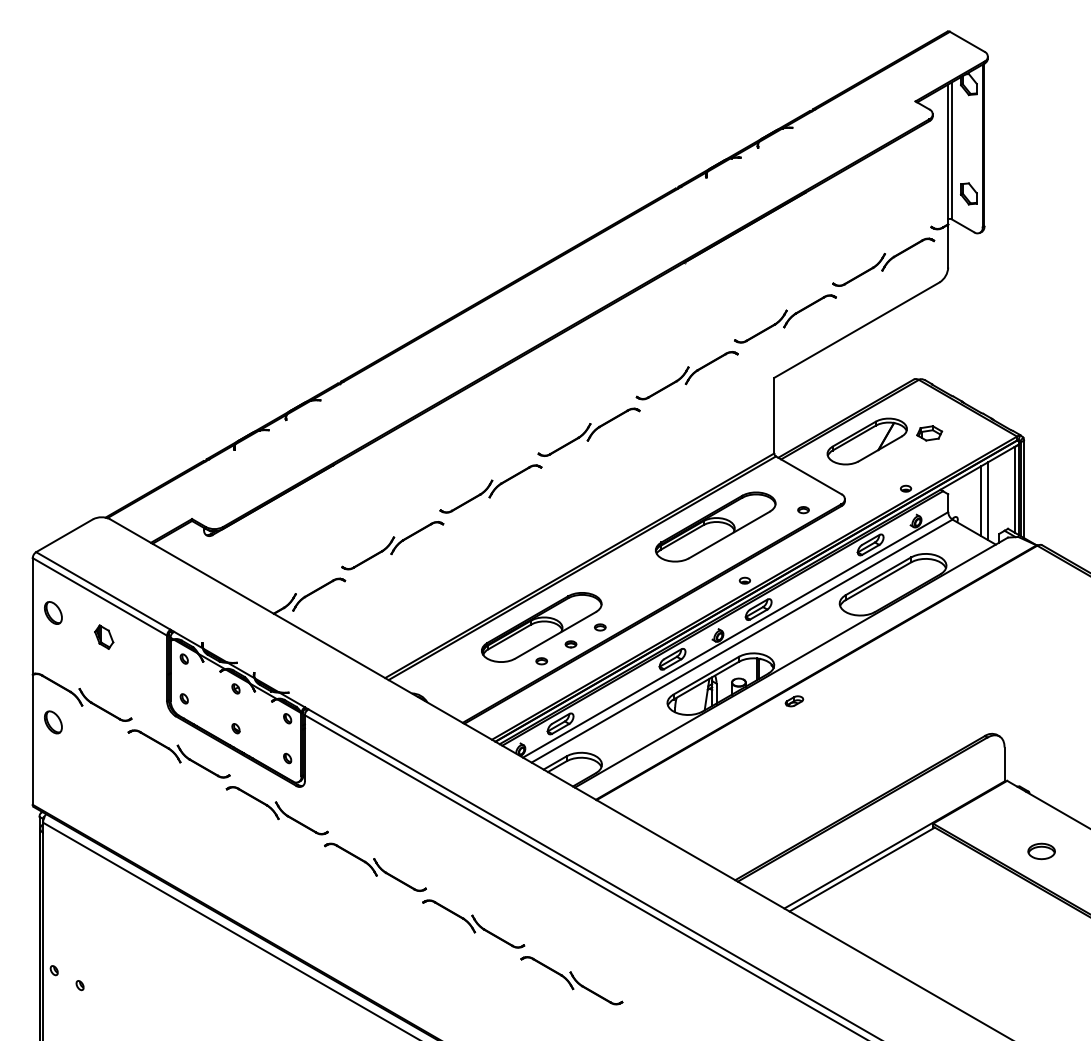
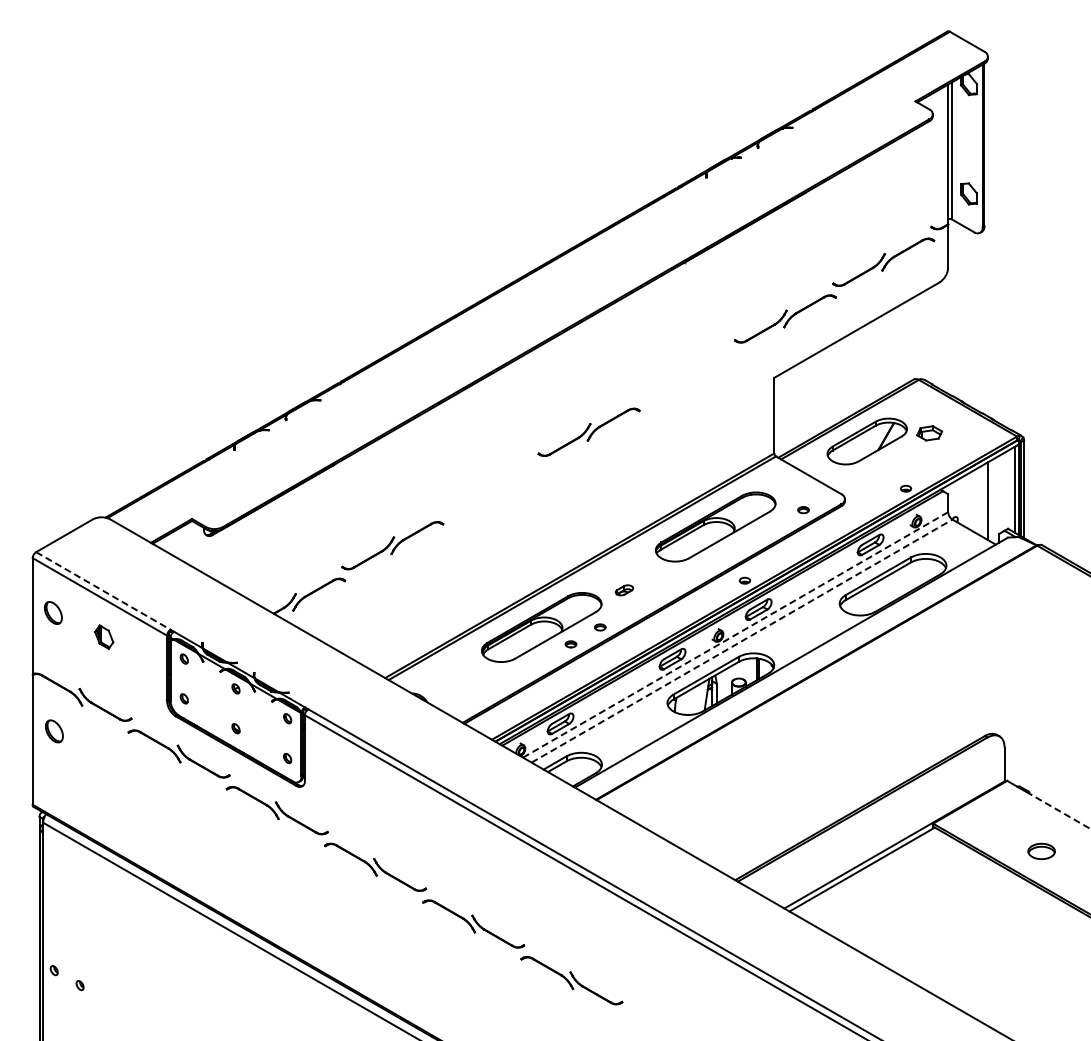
part at (686, 375): present -> none
part at (490, 488): present -> none
line at (980, 501): present -> none
line at (103, 590): solid -> dashed
line at (735, 635): solid -> dashed
line at (742, 641): solid -> dashed
part at (541, 661): present -> none
part at (794, 701) position: (794, 701) -> (624, 590)
part at (53, 722) position: (53, 722) -> (54, 731)
line at (1058, 810): solid -> dashed
